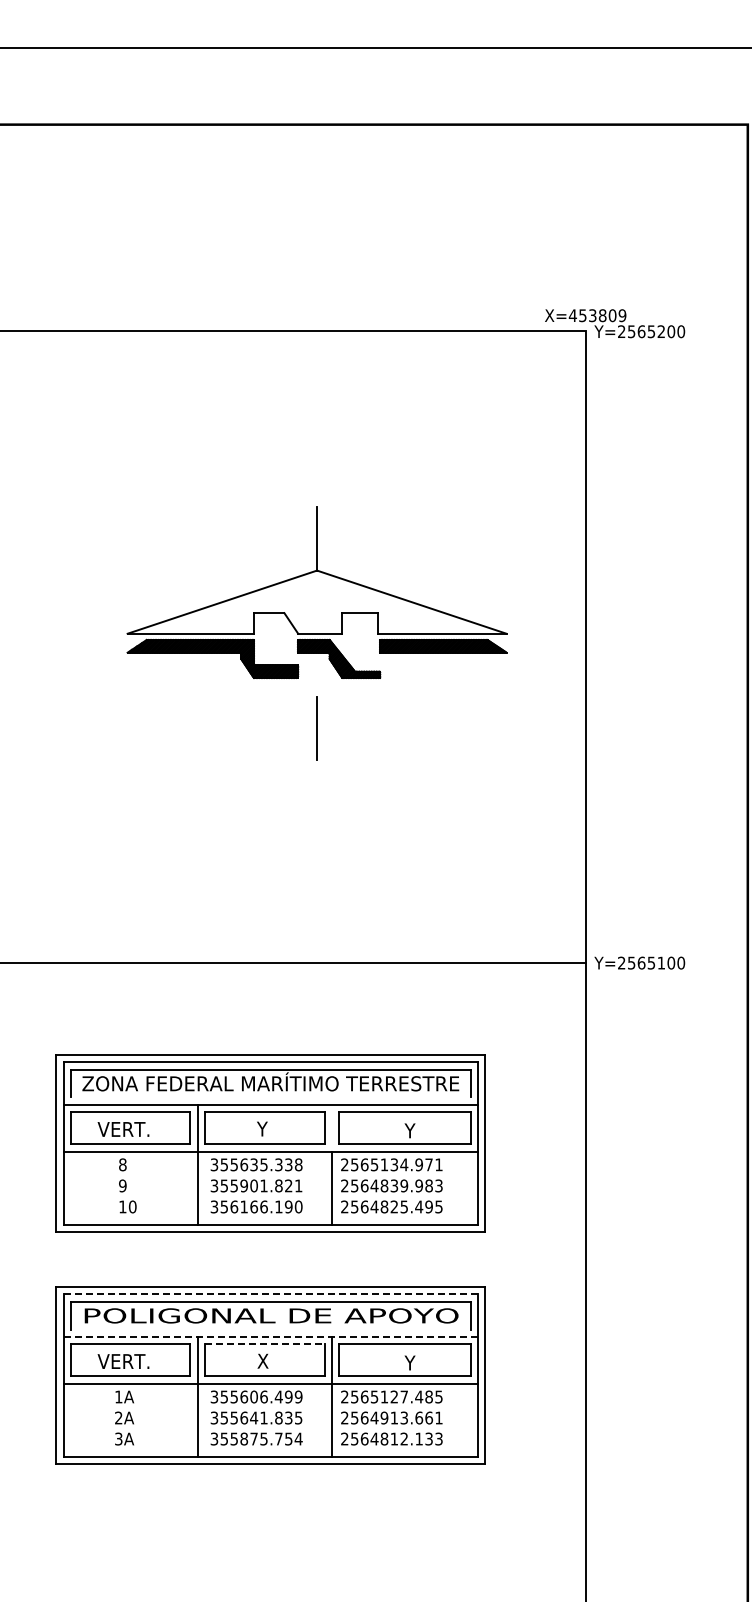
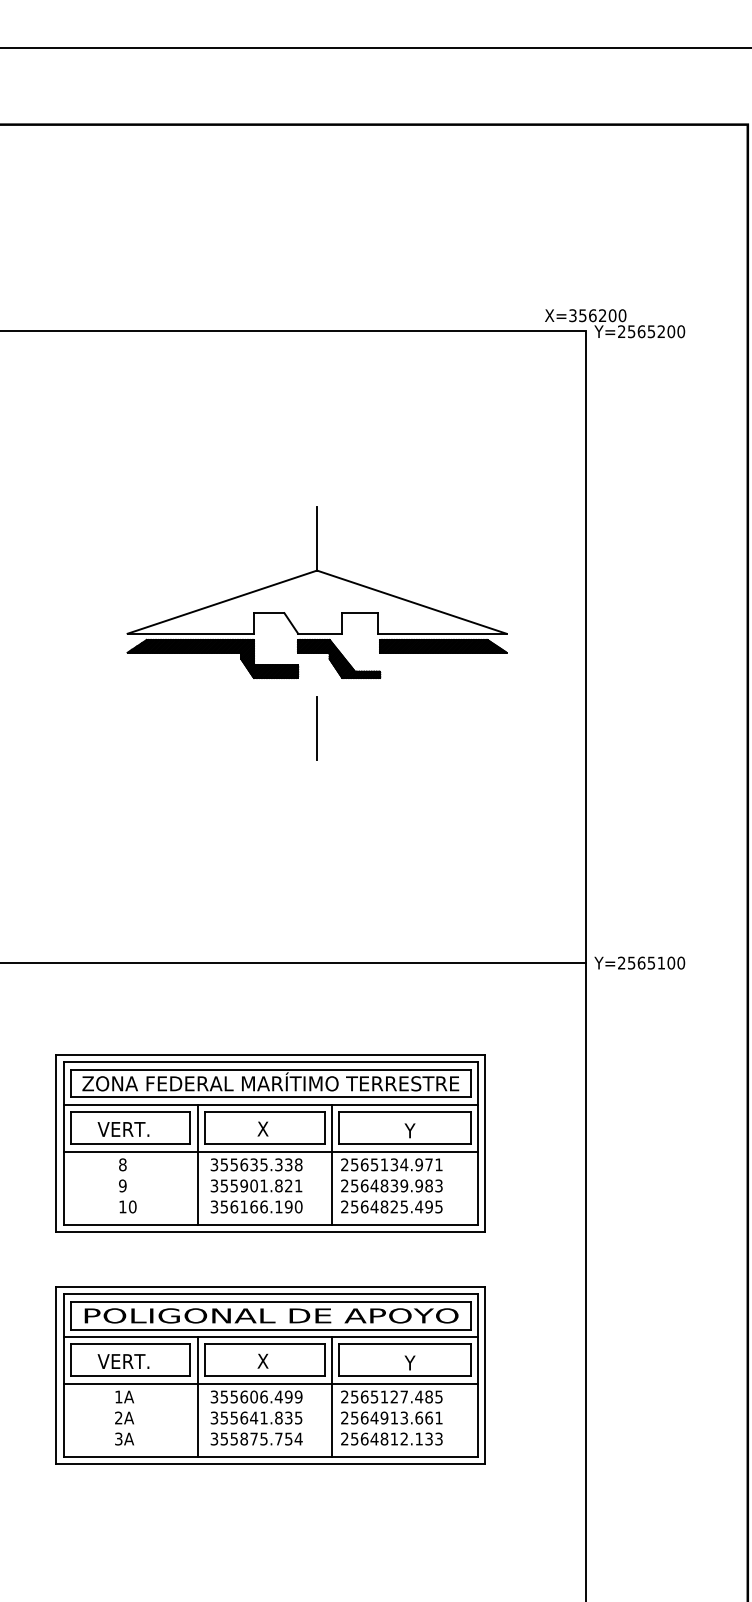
text at (597, 315): X=453809 -> X=356200
line at (270, 1097): none -> present
line at (332, 1127): none -> present
text at (262, 1128): Y -> X
line at (271, 1294): dashed -> solid
line at (270, 1329): none -> present
line at (271, 1336): dashed -> solid
line at (265, 1343): dashed -> solid
